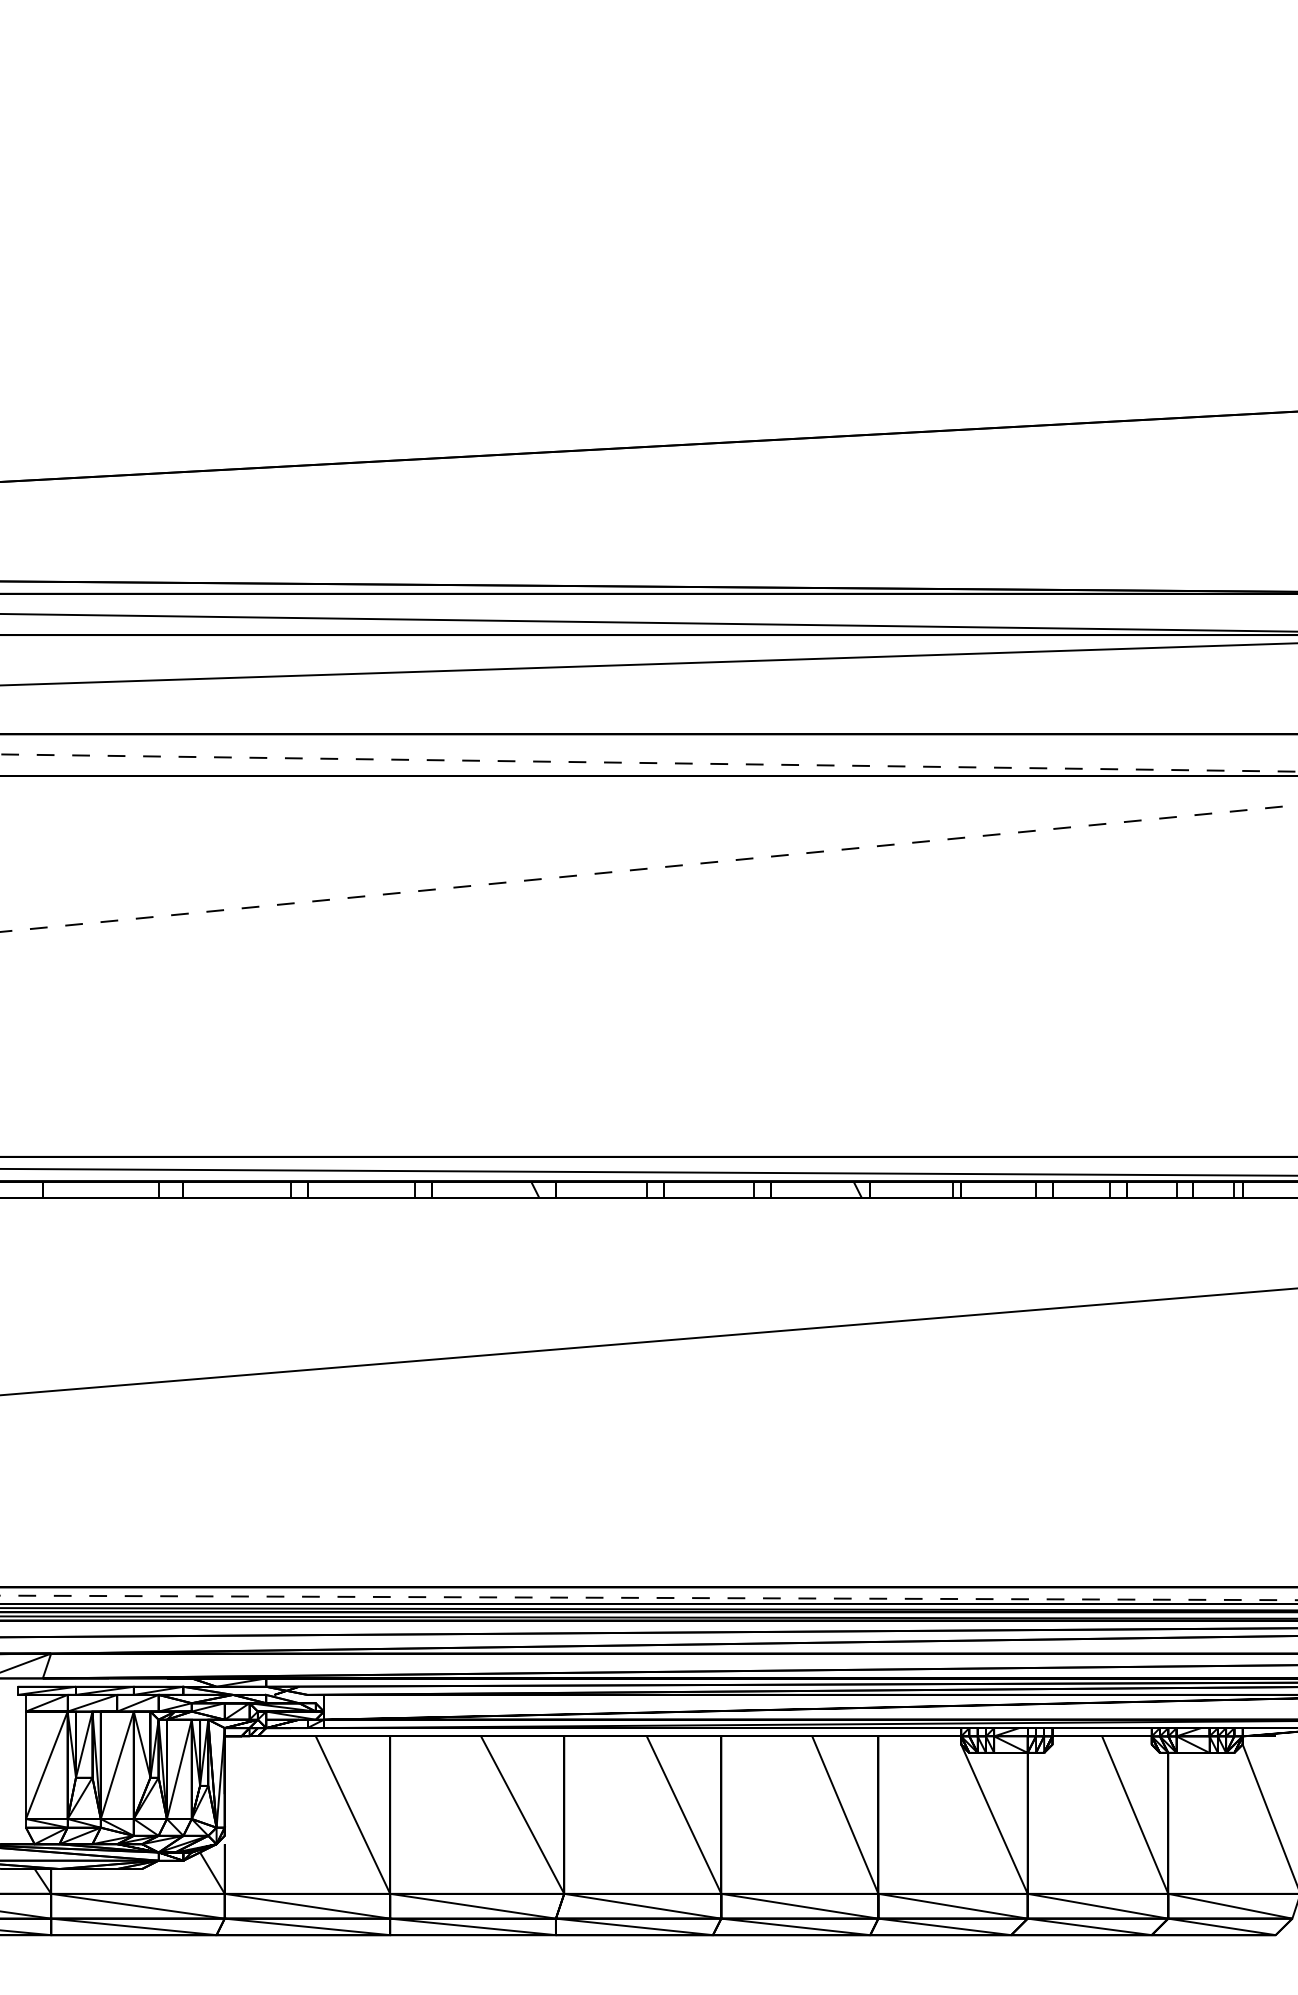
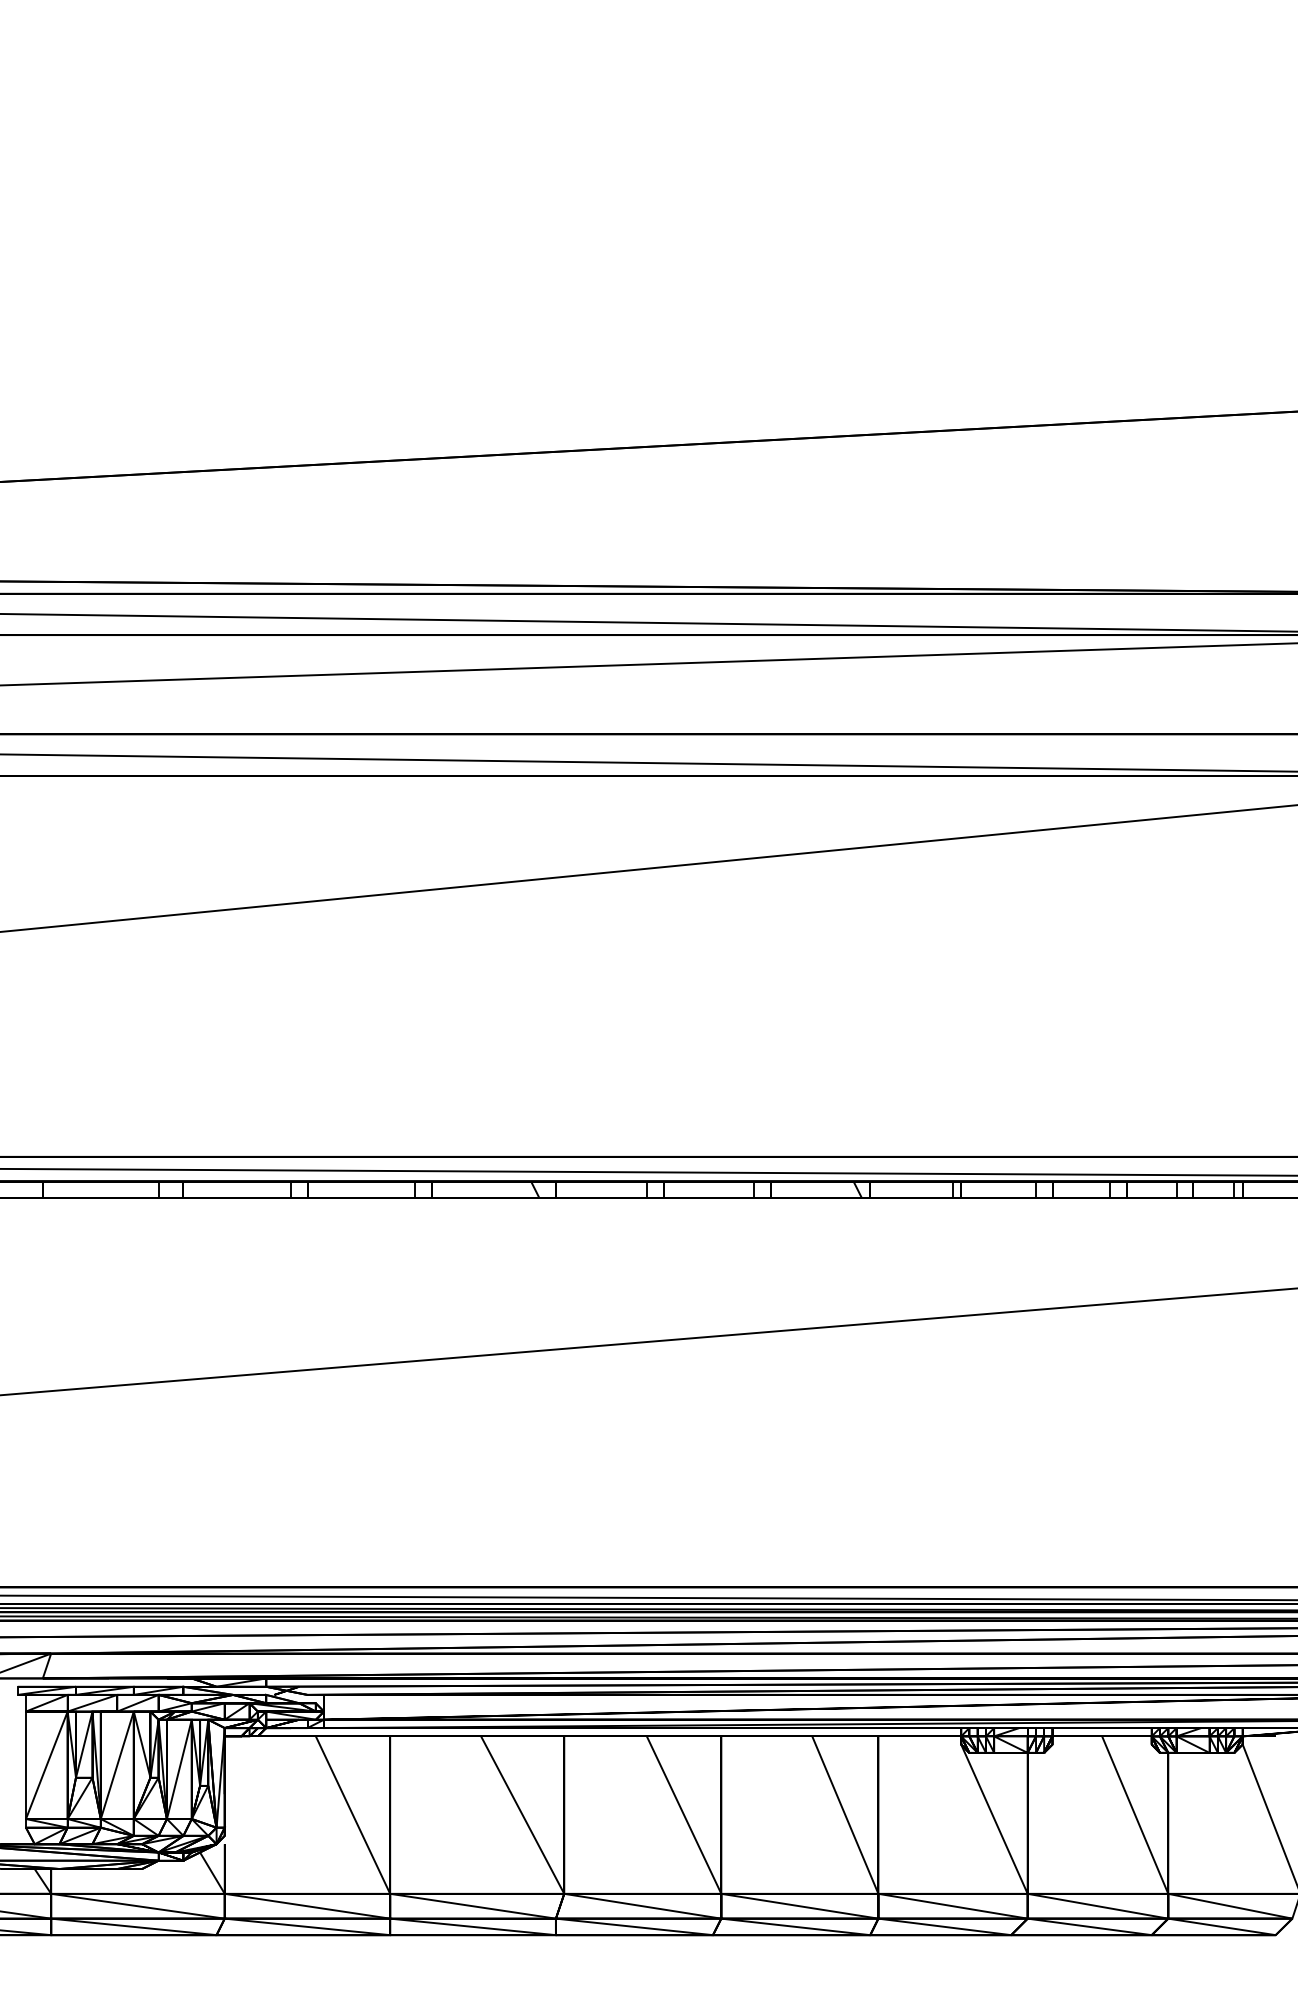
line at (1295, 805): dashed -> solid
line at (648, 1597): dashed -> solid
